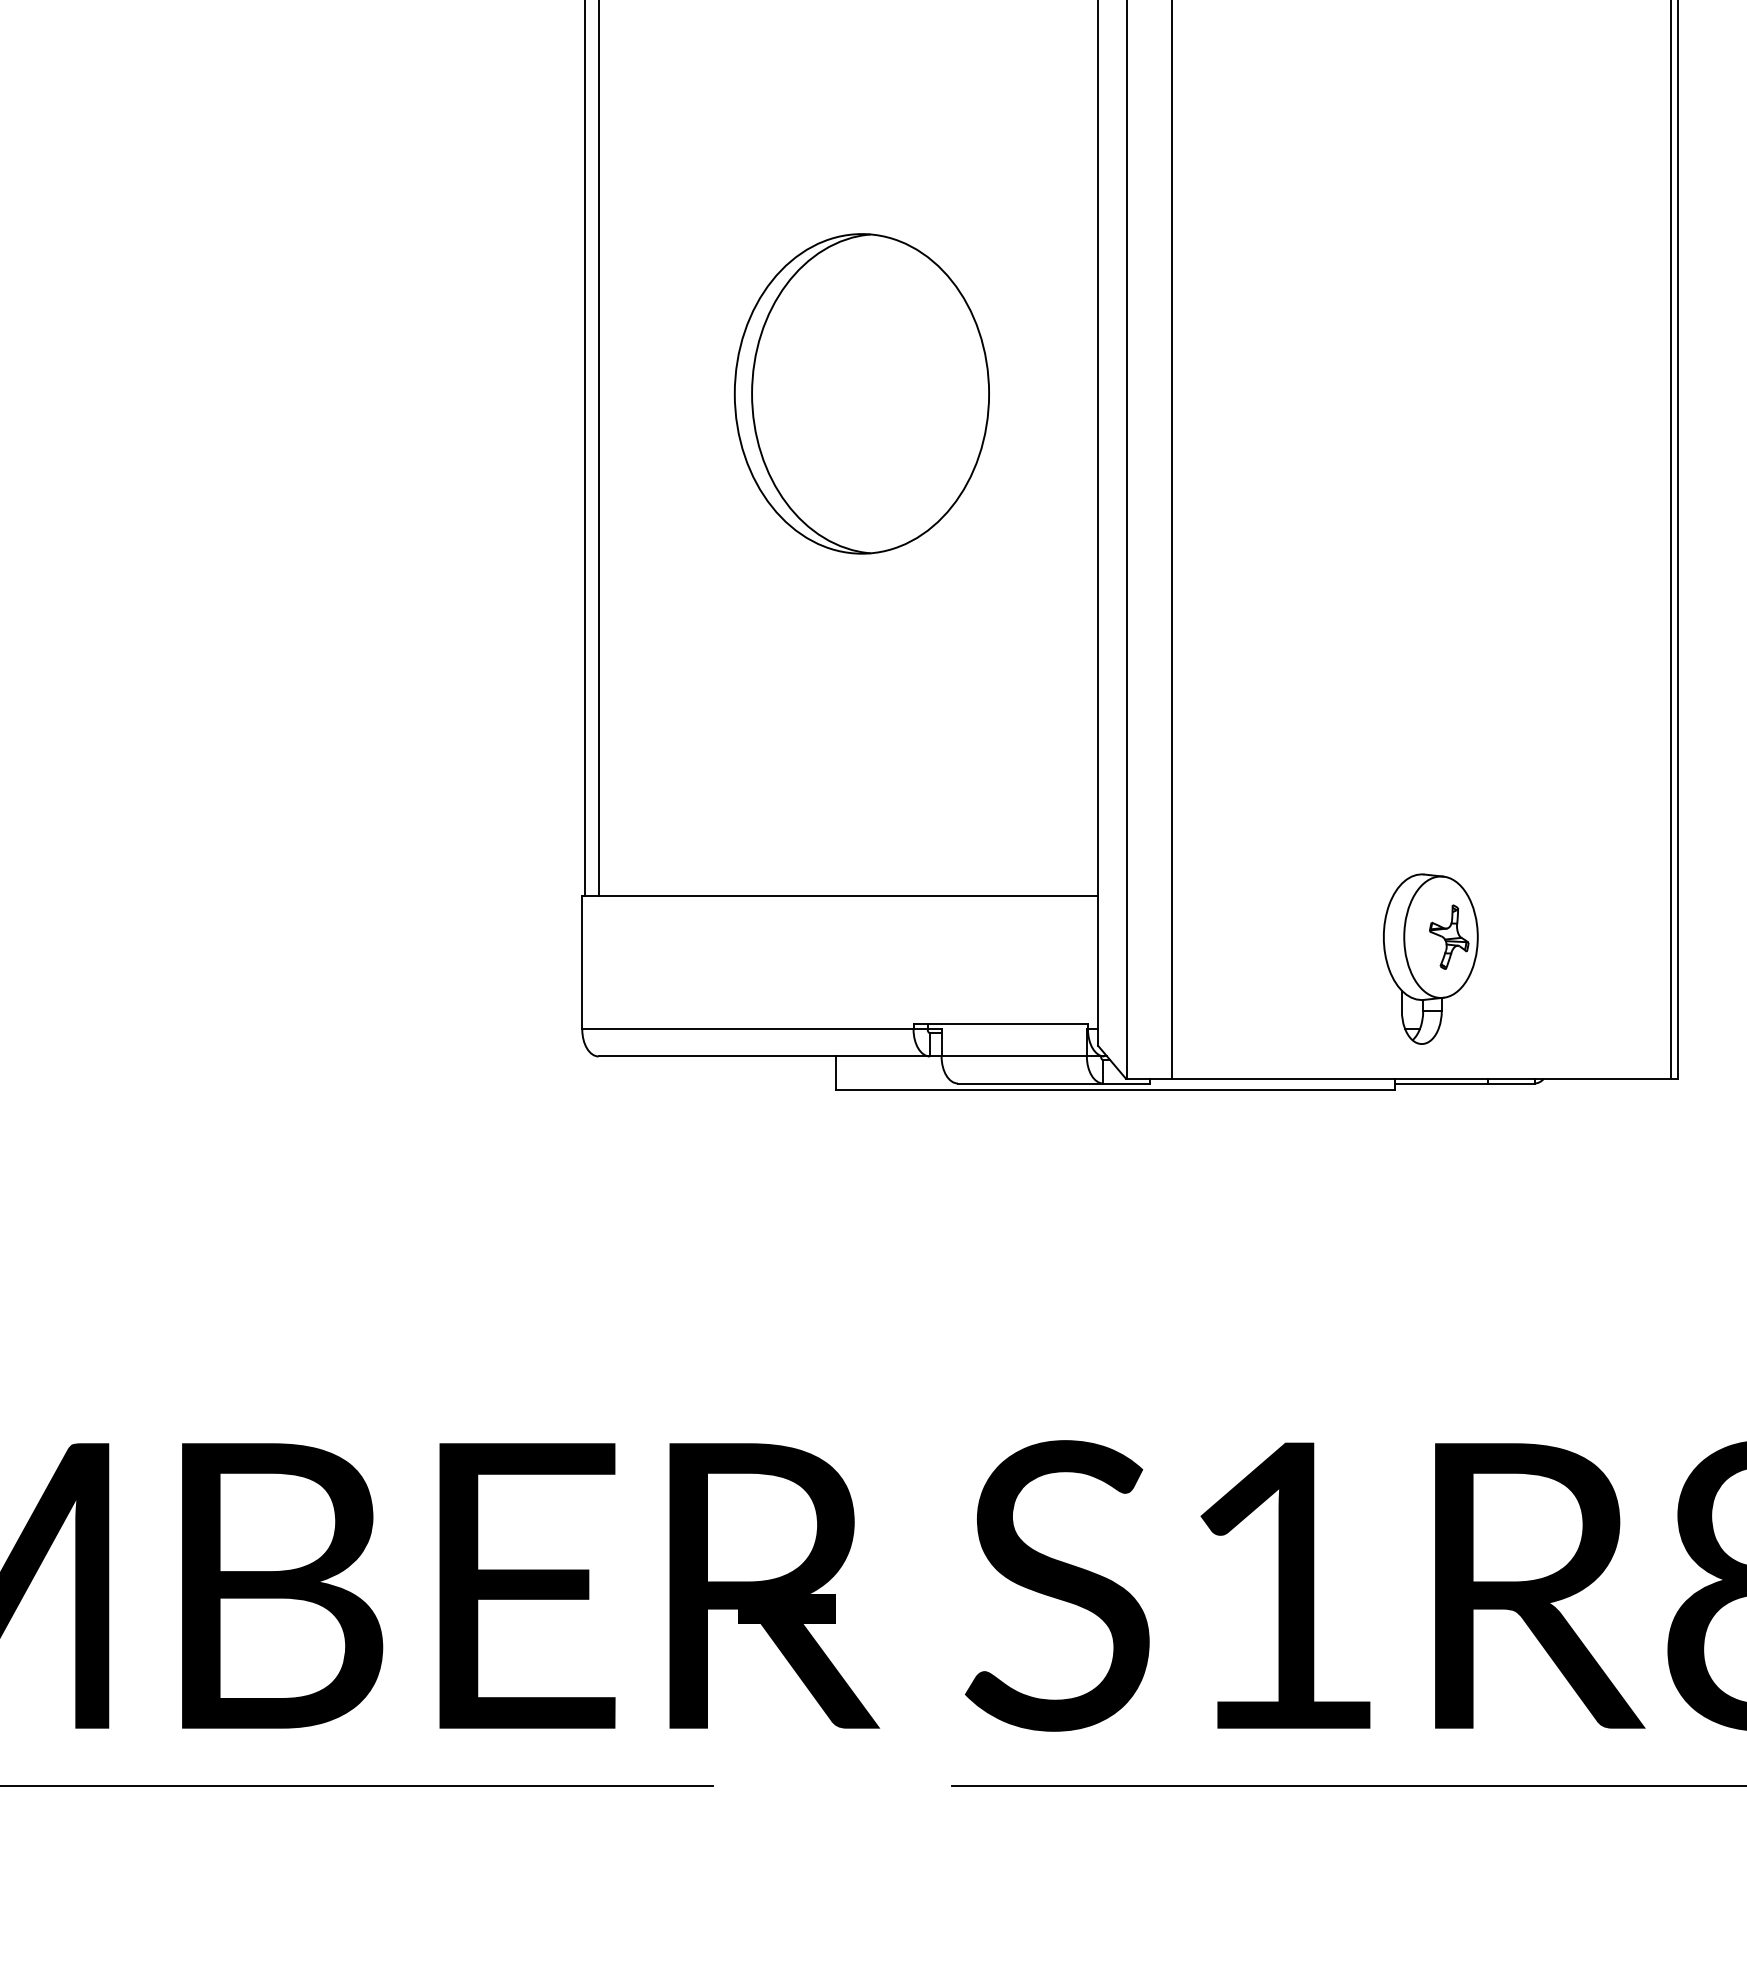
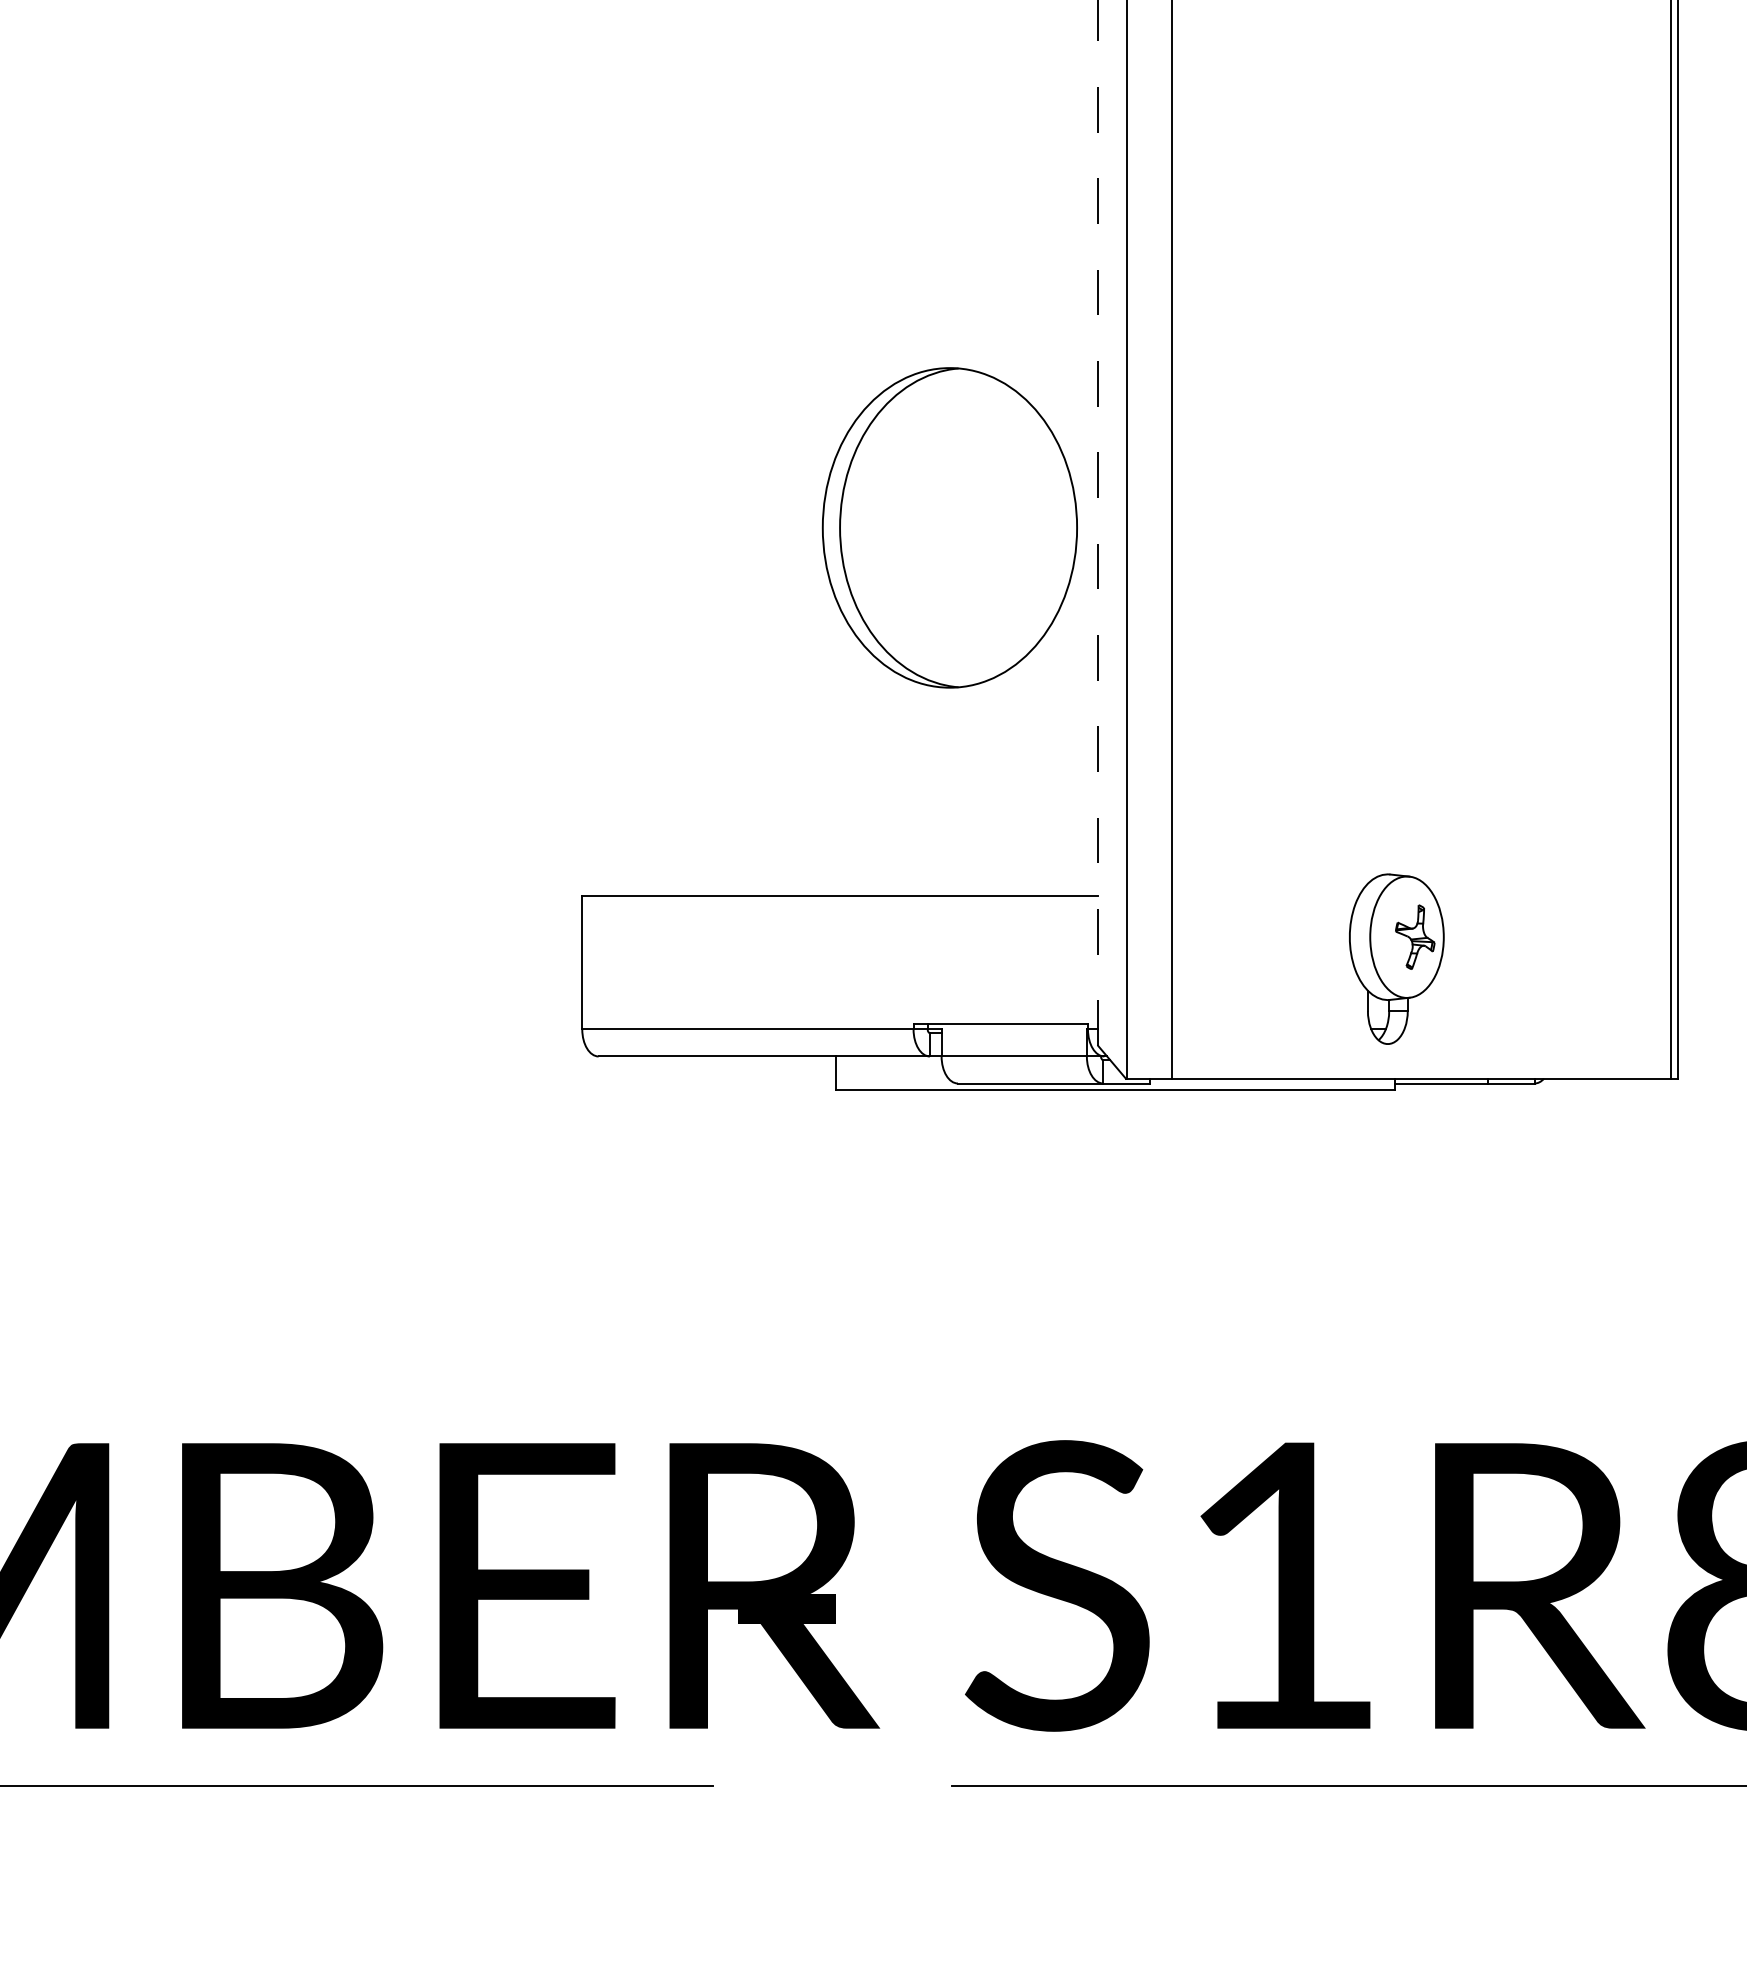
part at (861, 393) position: (861, 393) -> (949, 527)
line at (585, 448): present -> none
line at (598, 448): present -> none
line at (1098, 523): solid -> dashed
part at (1430, 958) position: (1430, 958) -> (1396, 958)
